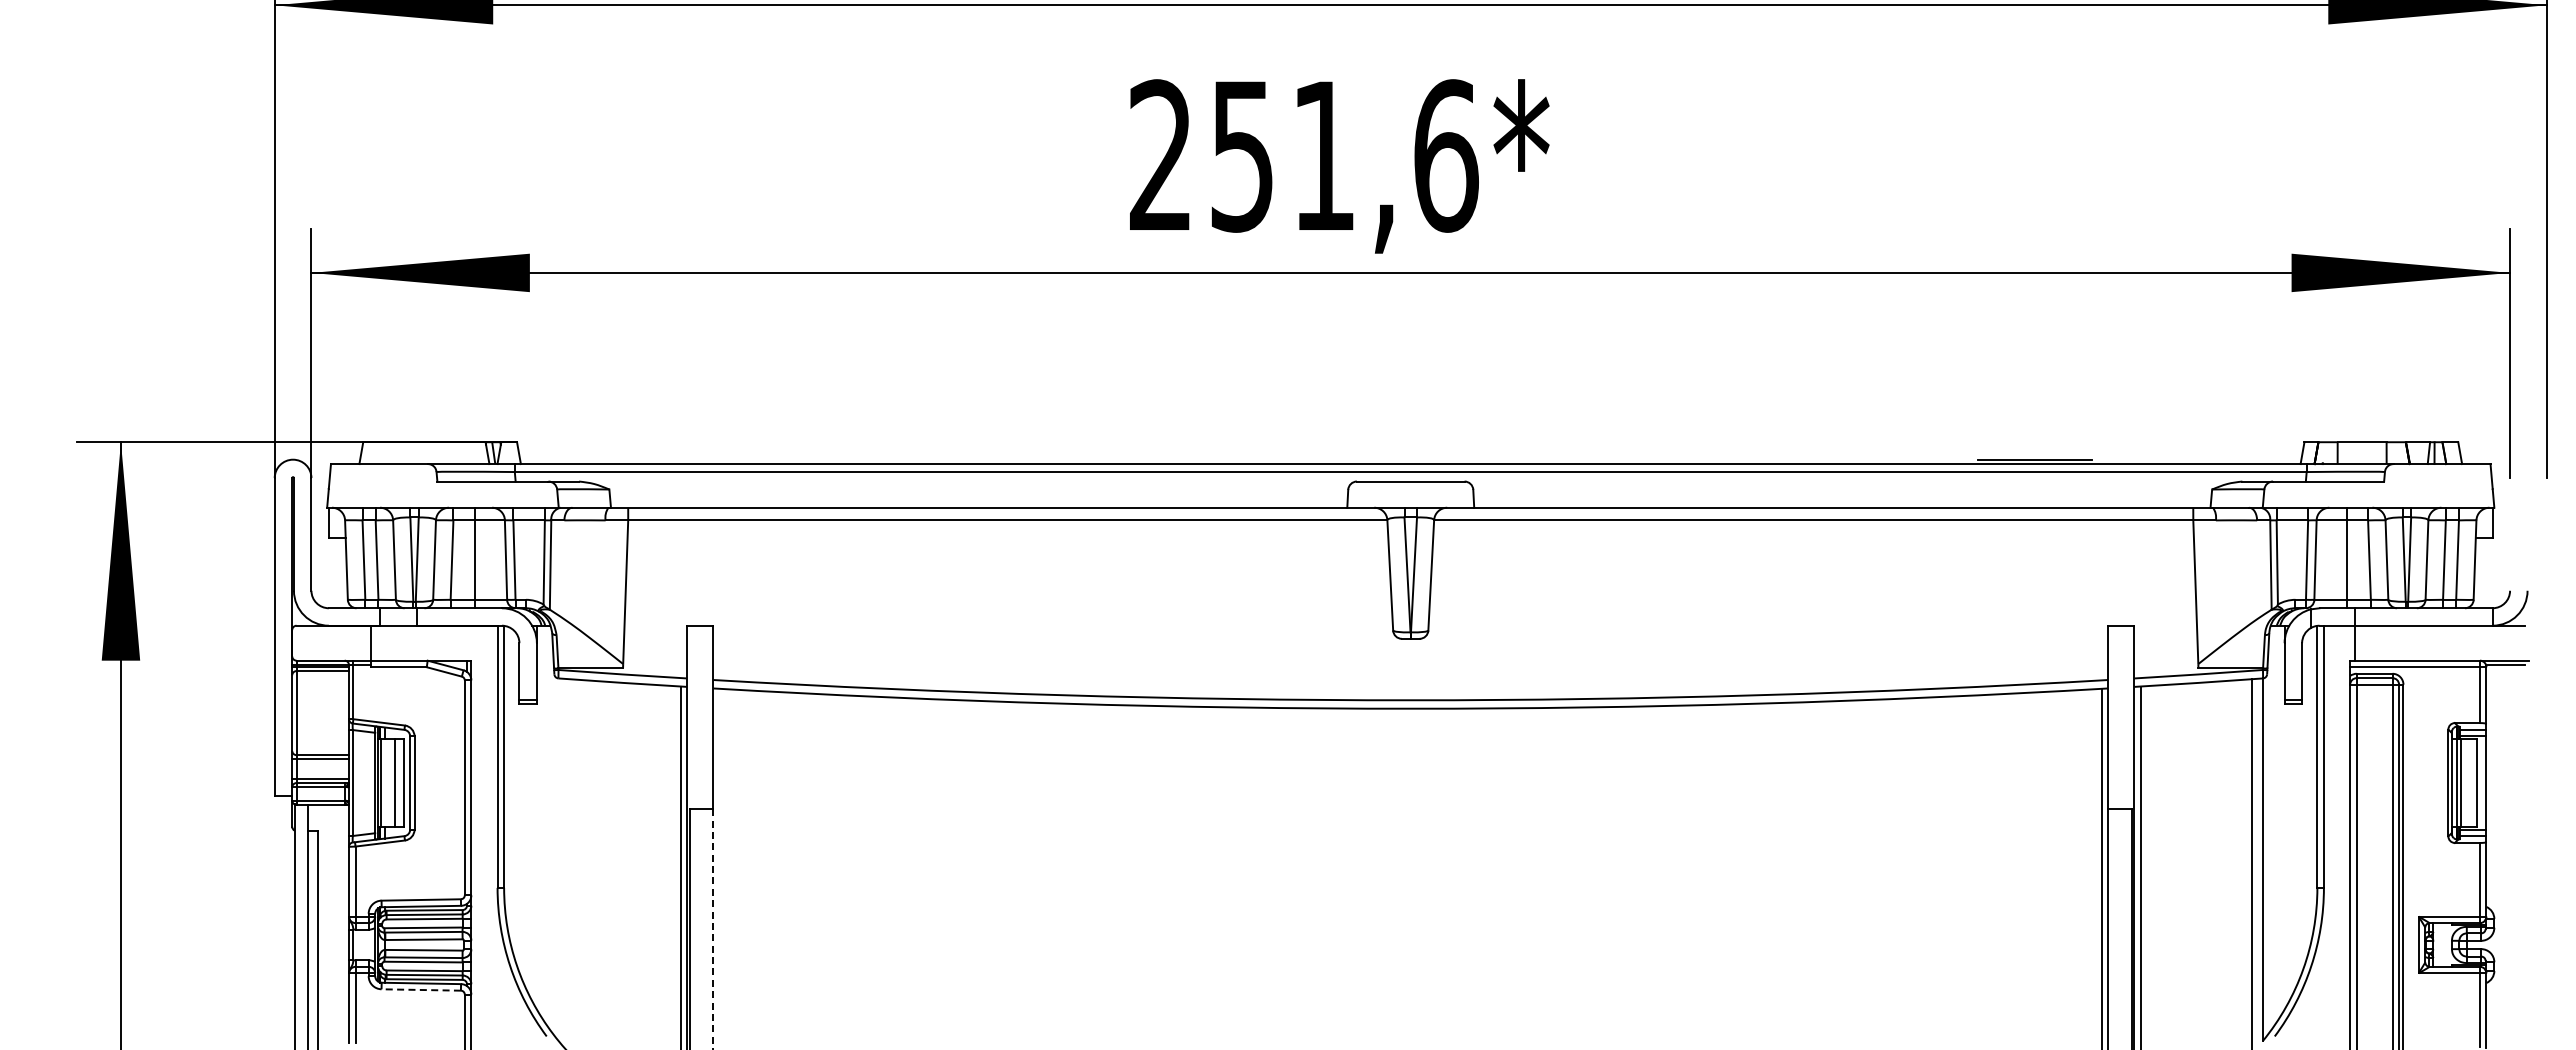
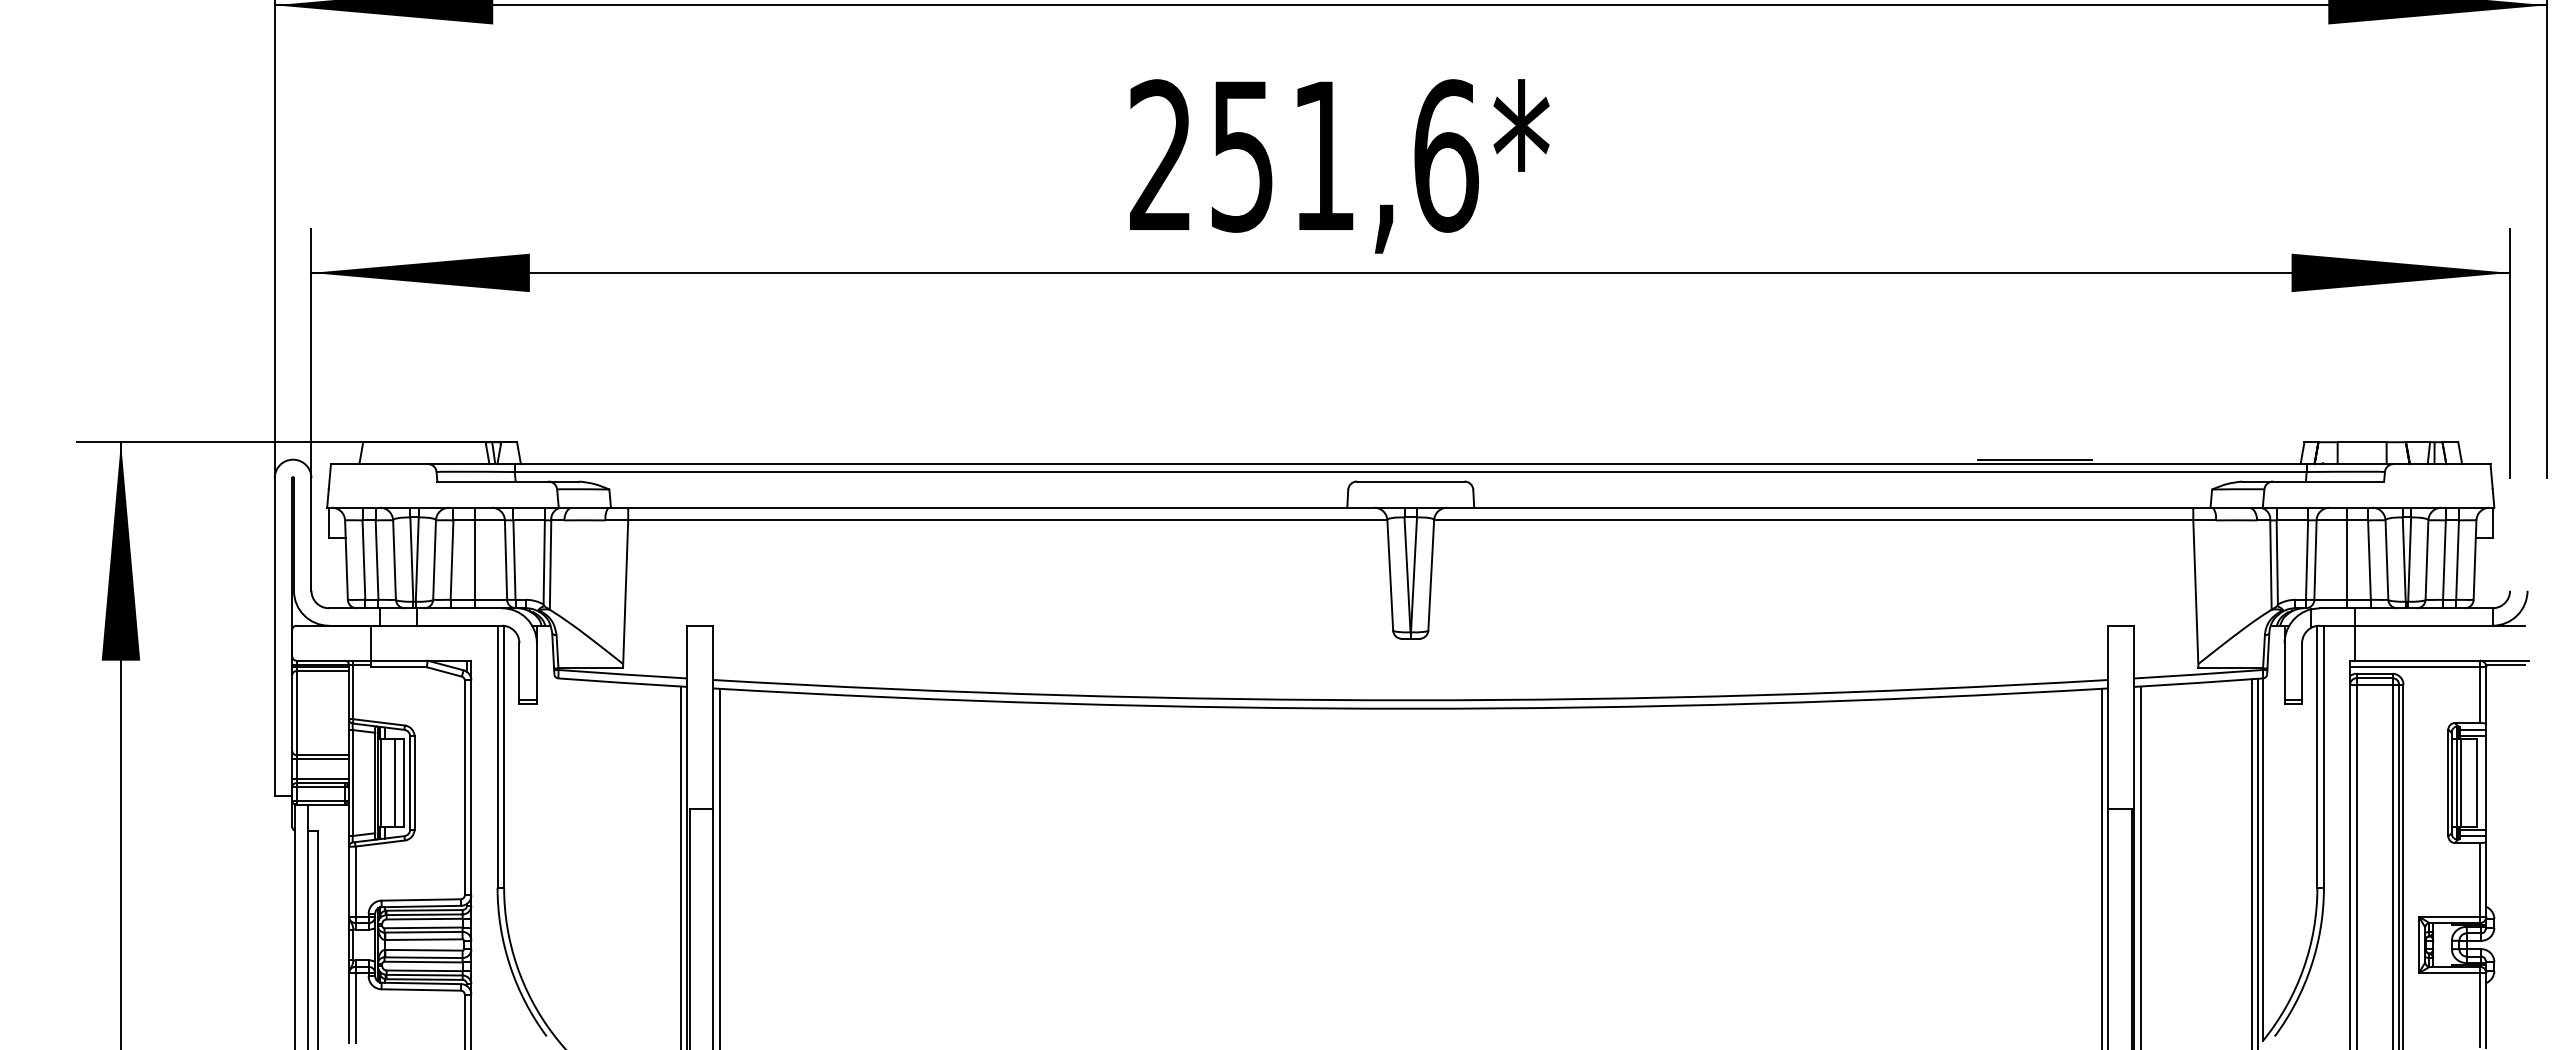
line at (2258, 862): none -> present
line at (719, 867): none -> present
line at (713, 929): dashed -> solid
line at (421, 989): dashed -> solid
